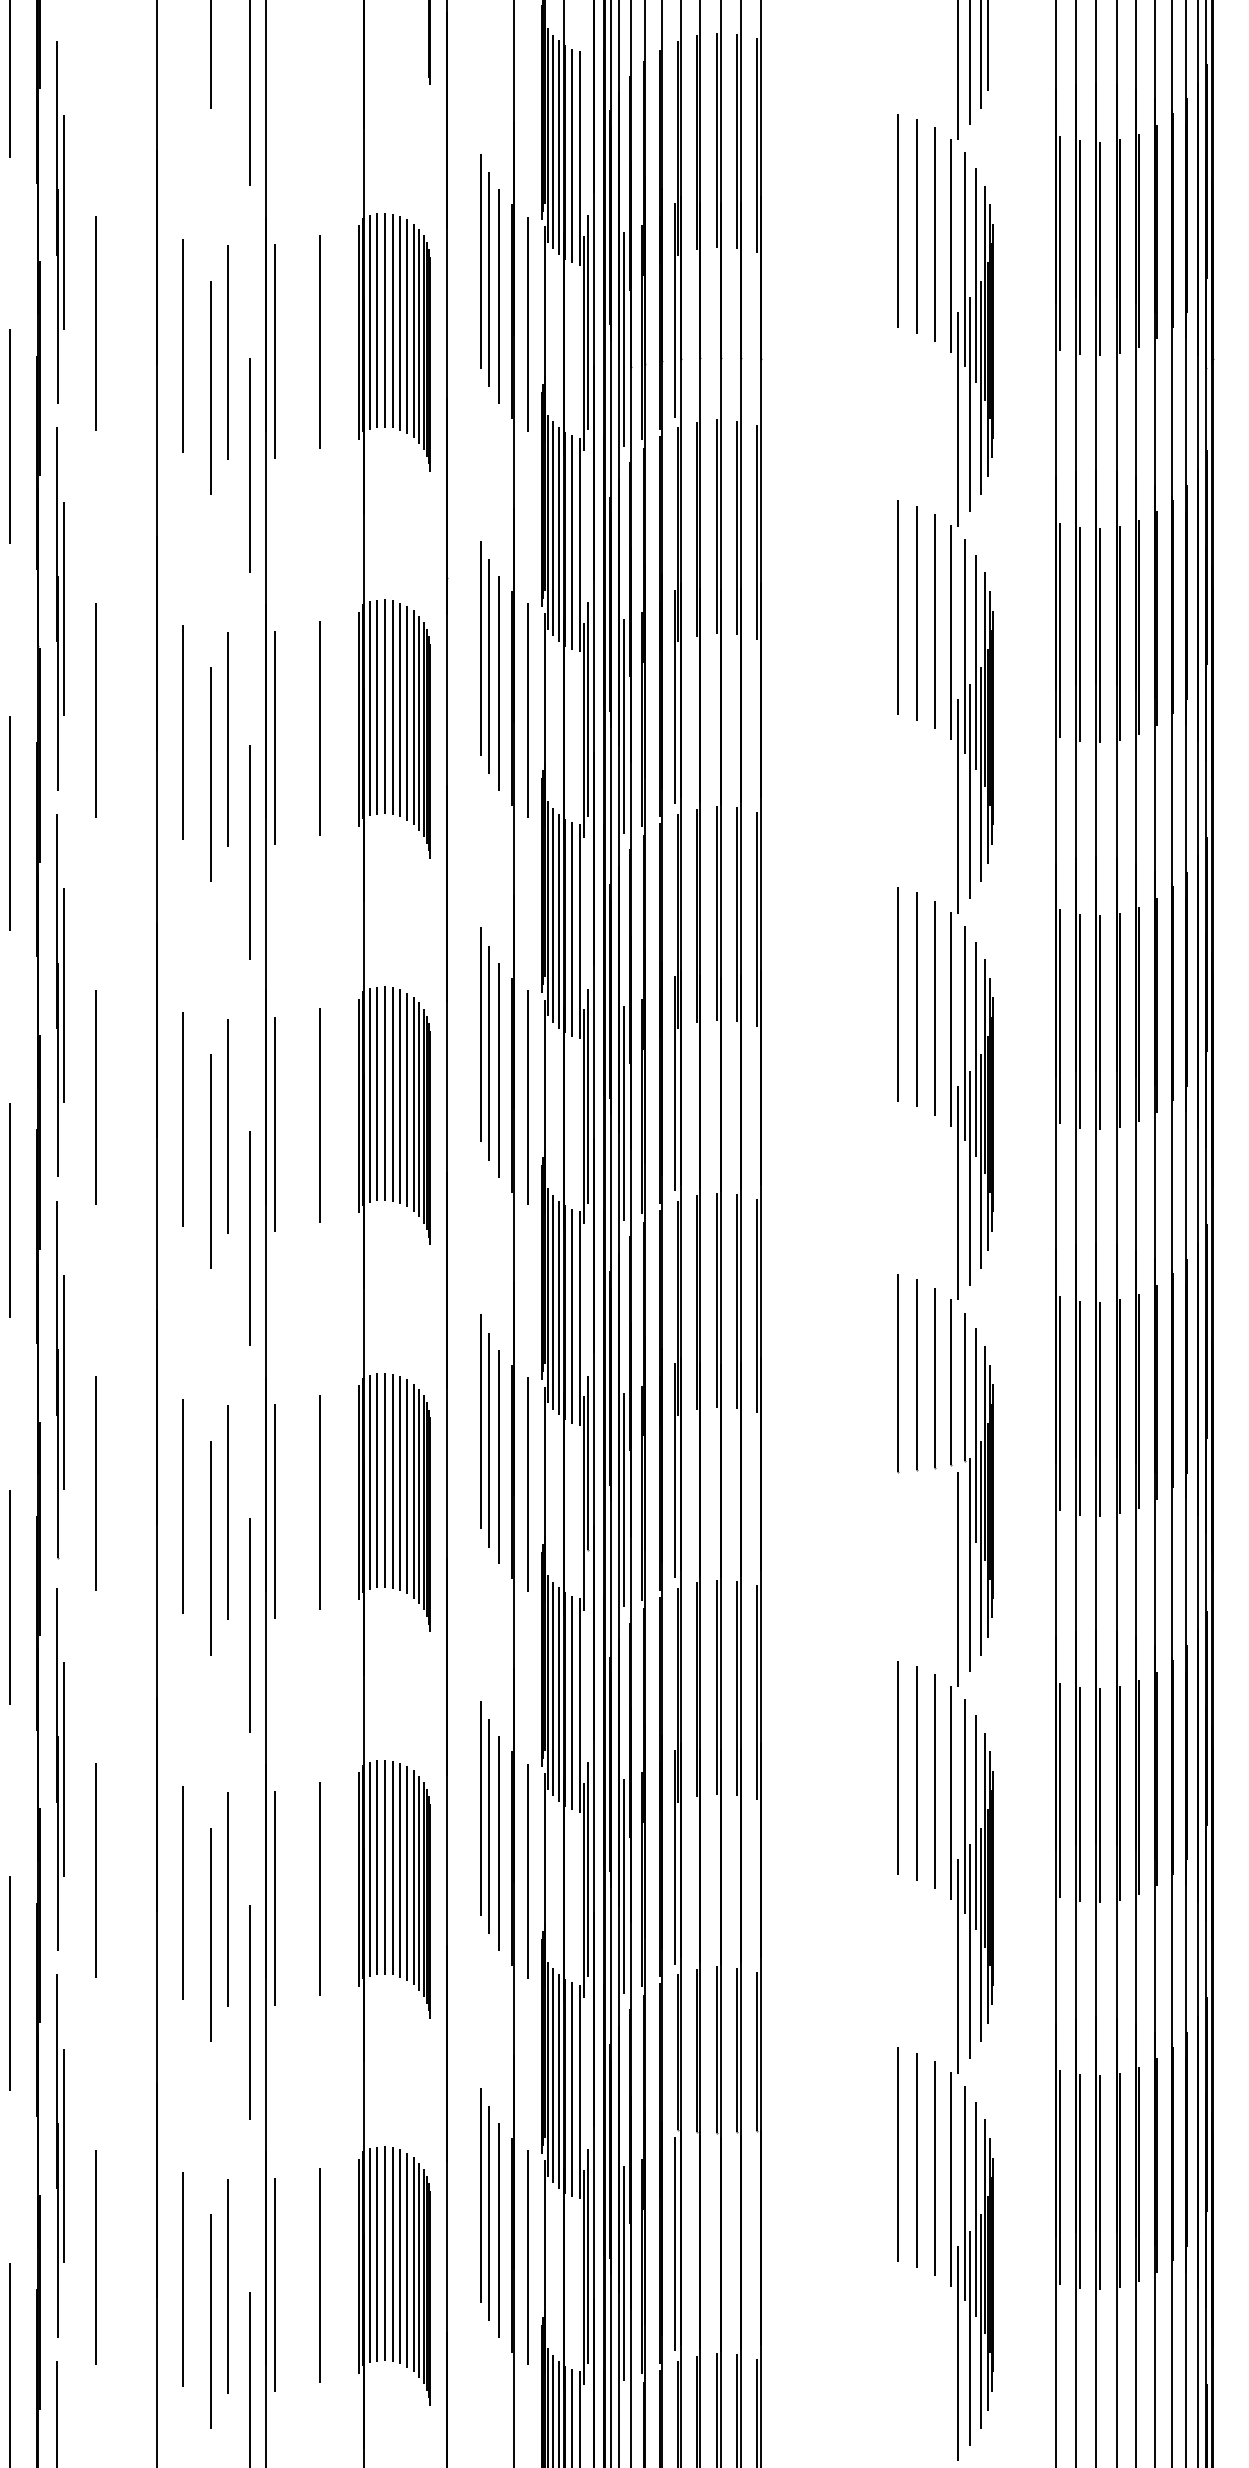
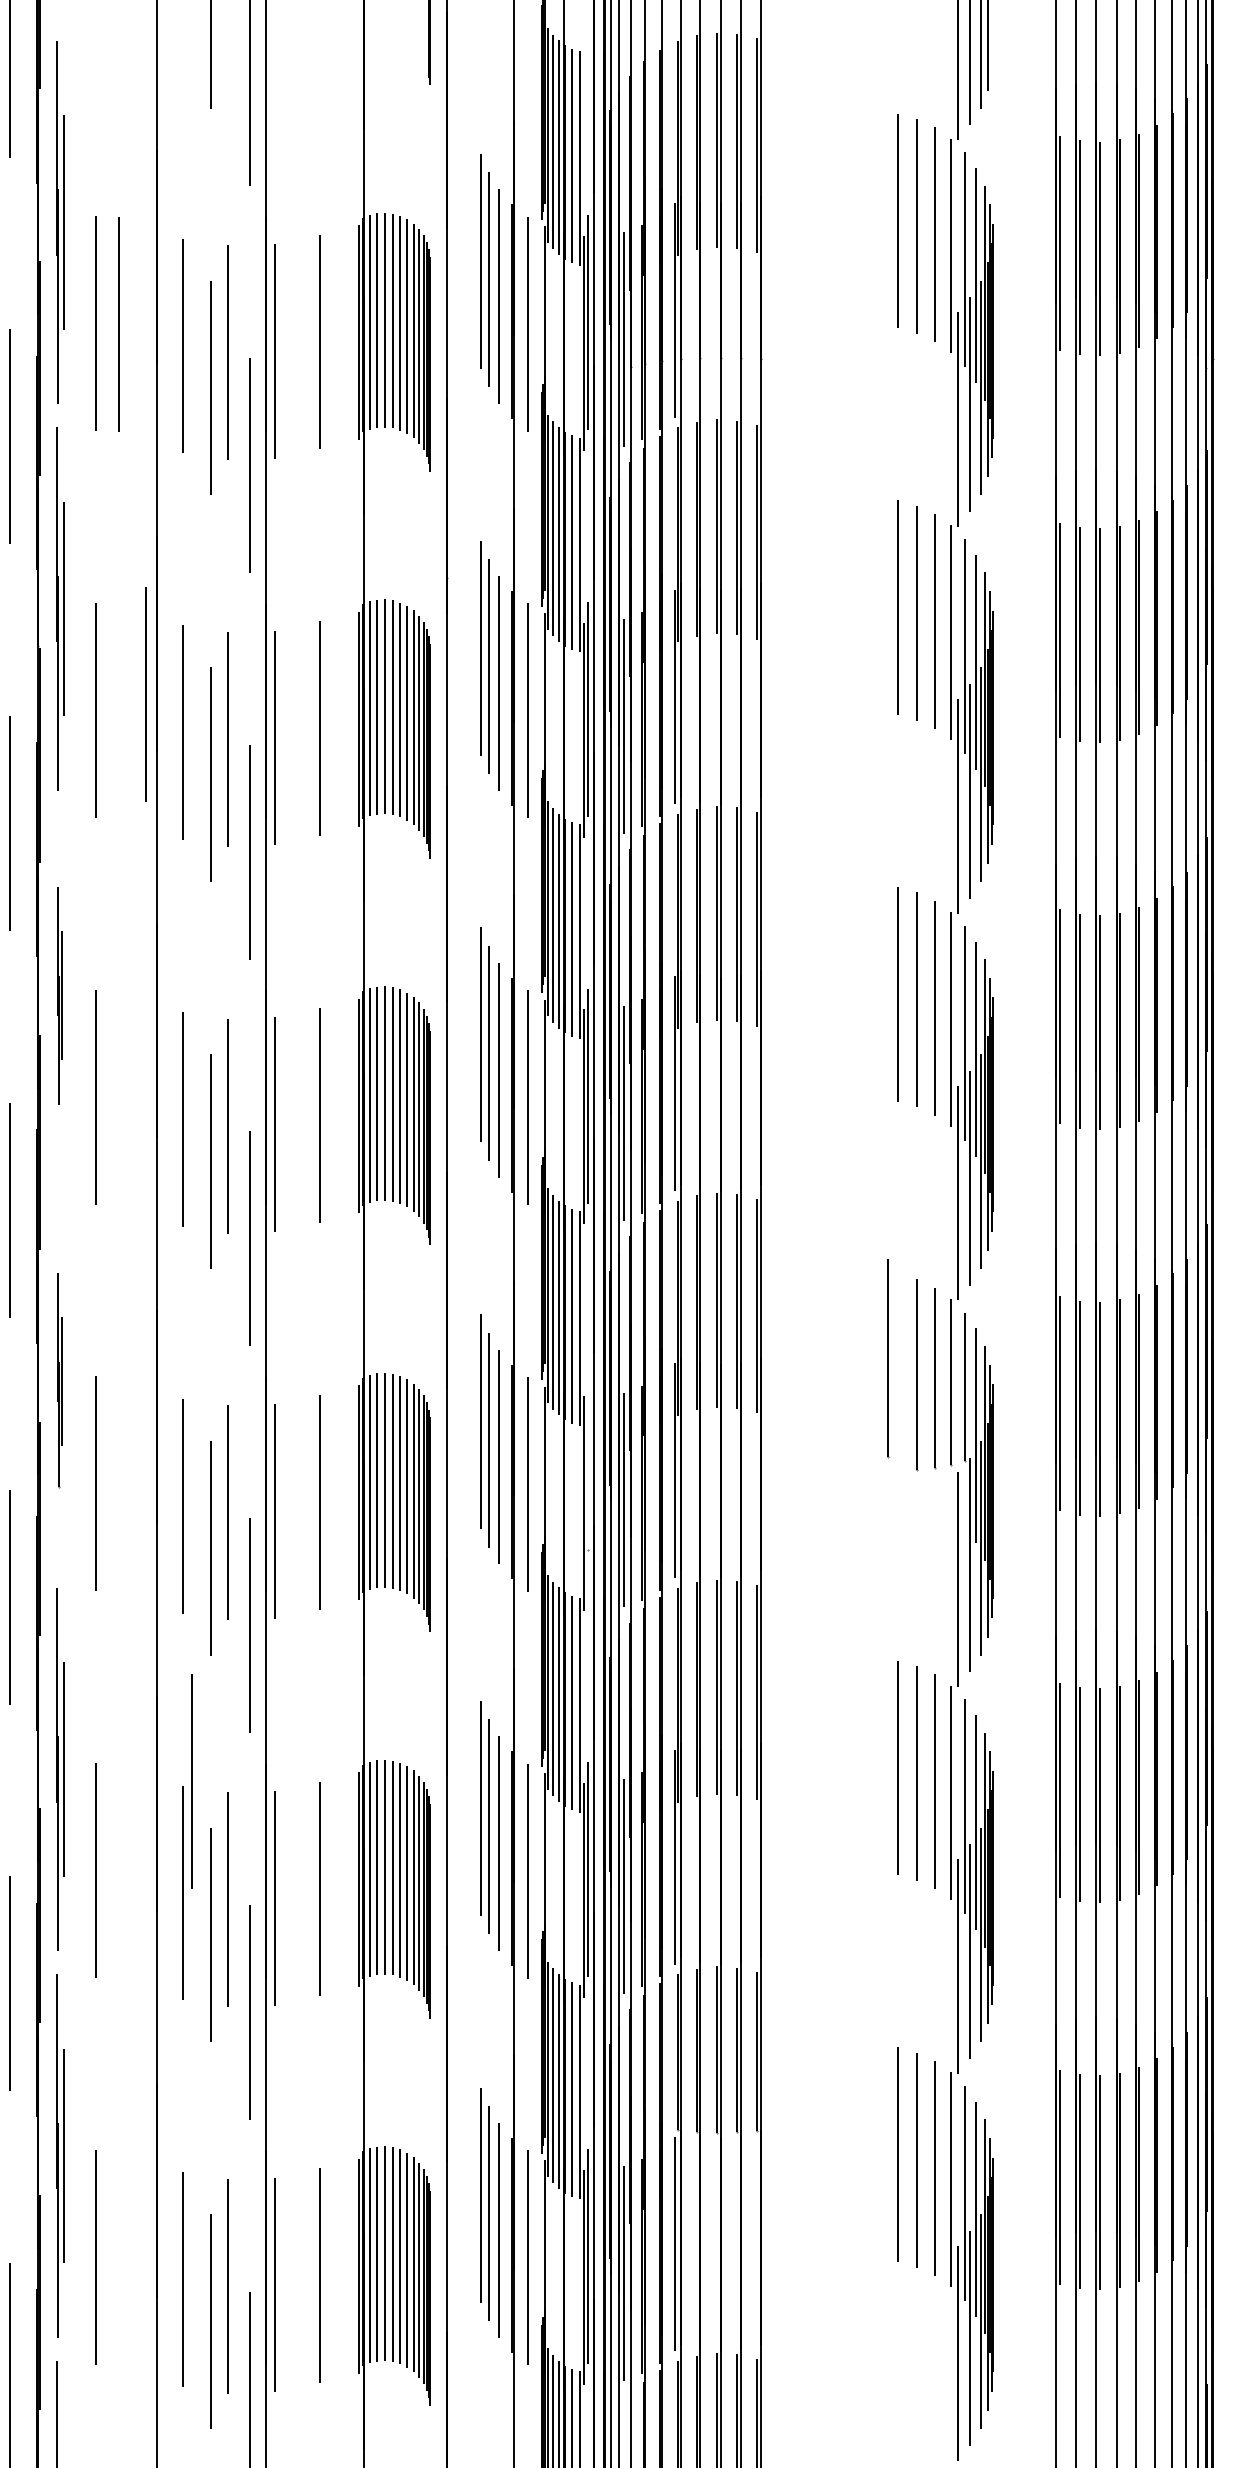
line at (118, 324): none -> present
line at (145, 694): none -> present
part at (60, 995) size: 9x363 px -> 6x218 px
line at (898, 1373) position: (898, 1373) -> (888, 1358)
part at (60, 1380) size: 9x359 px -> 6x216 px
line at (587, 1462): present -> none
line at (191, 1781): none -> present
